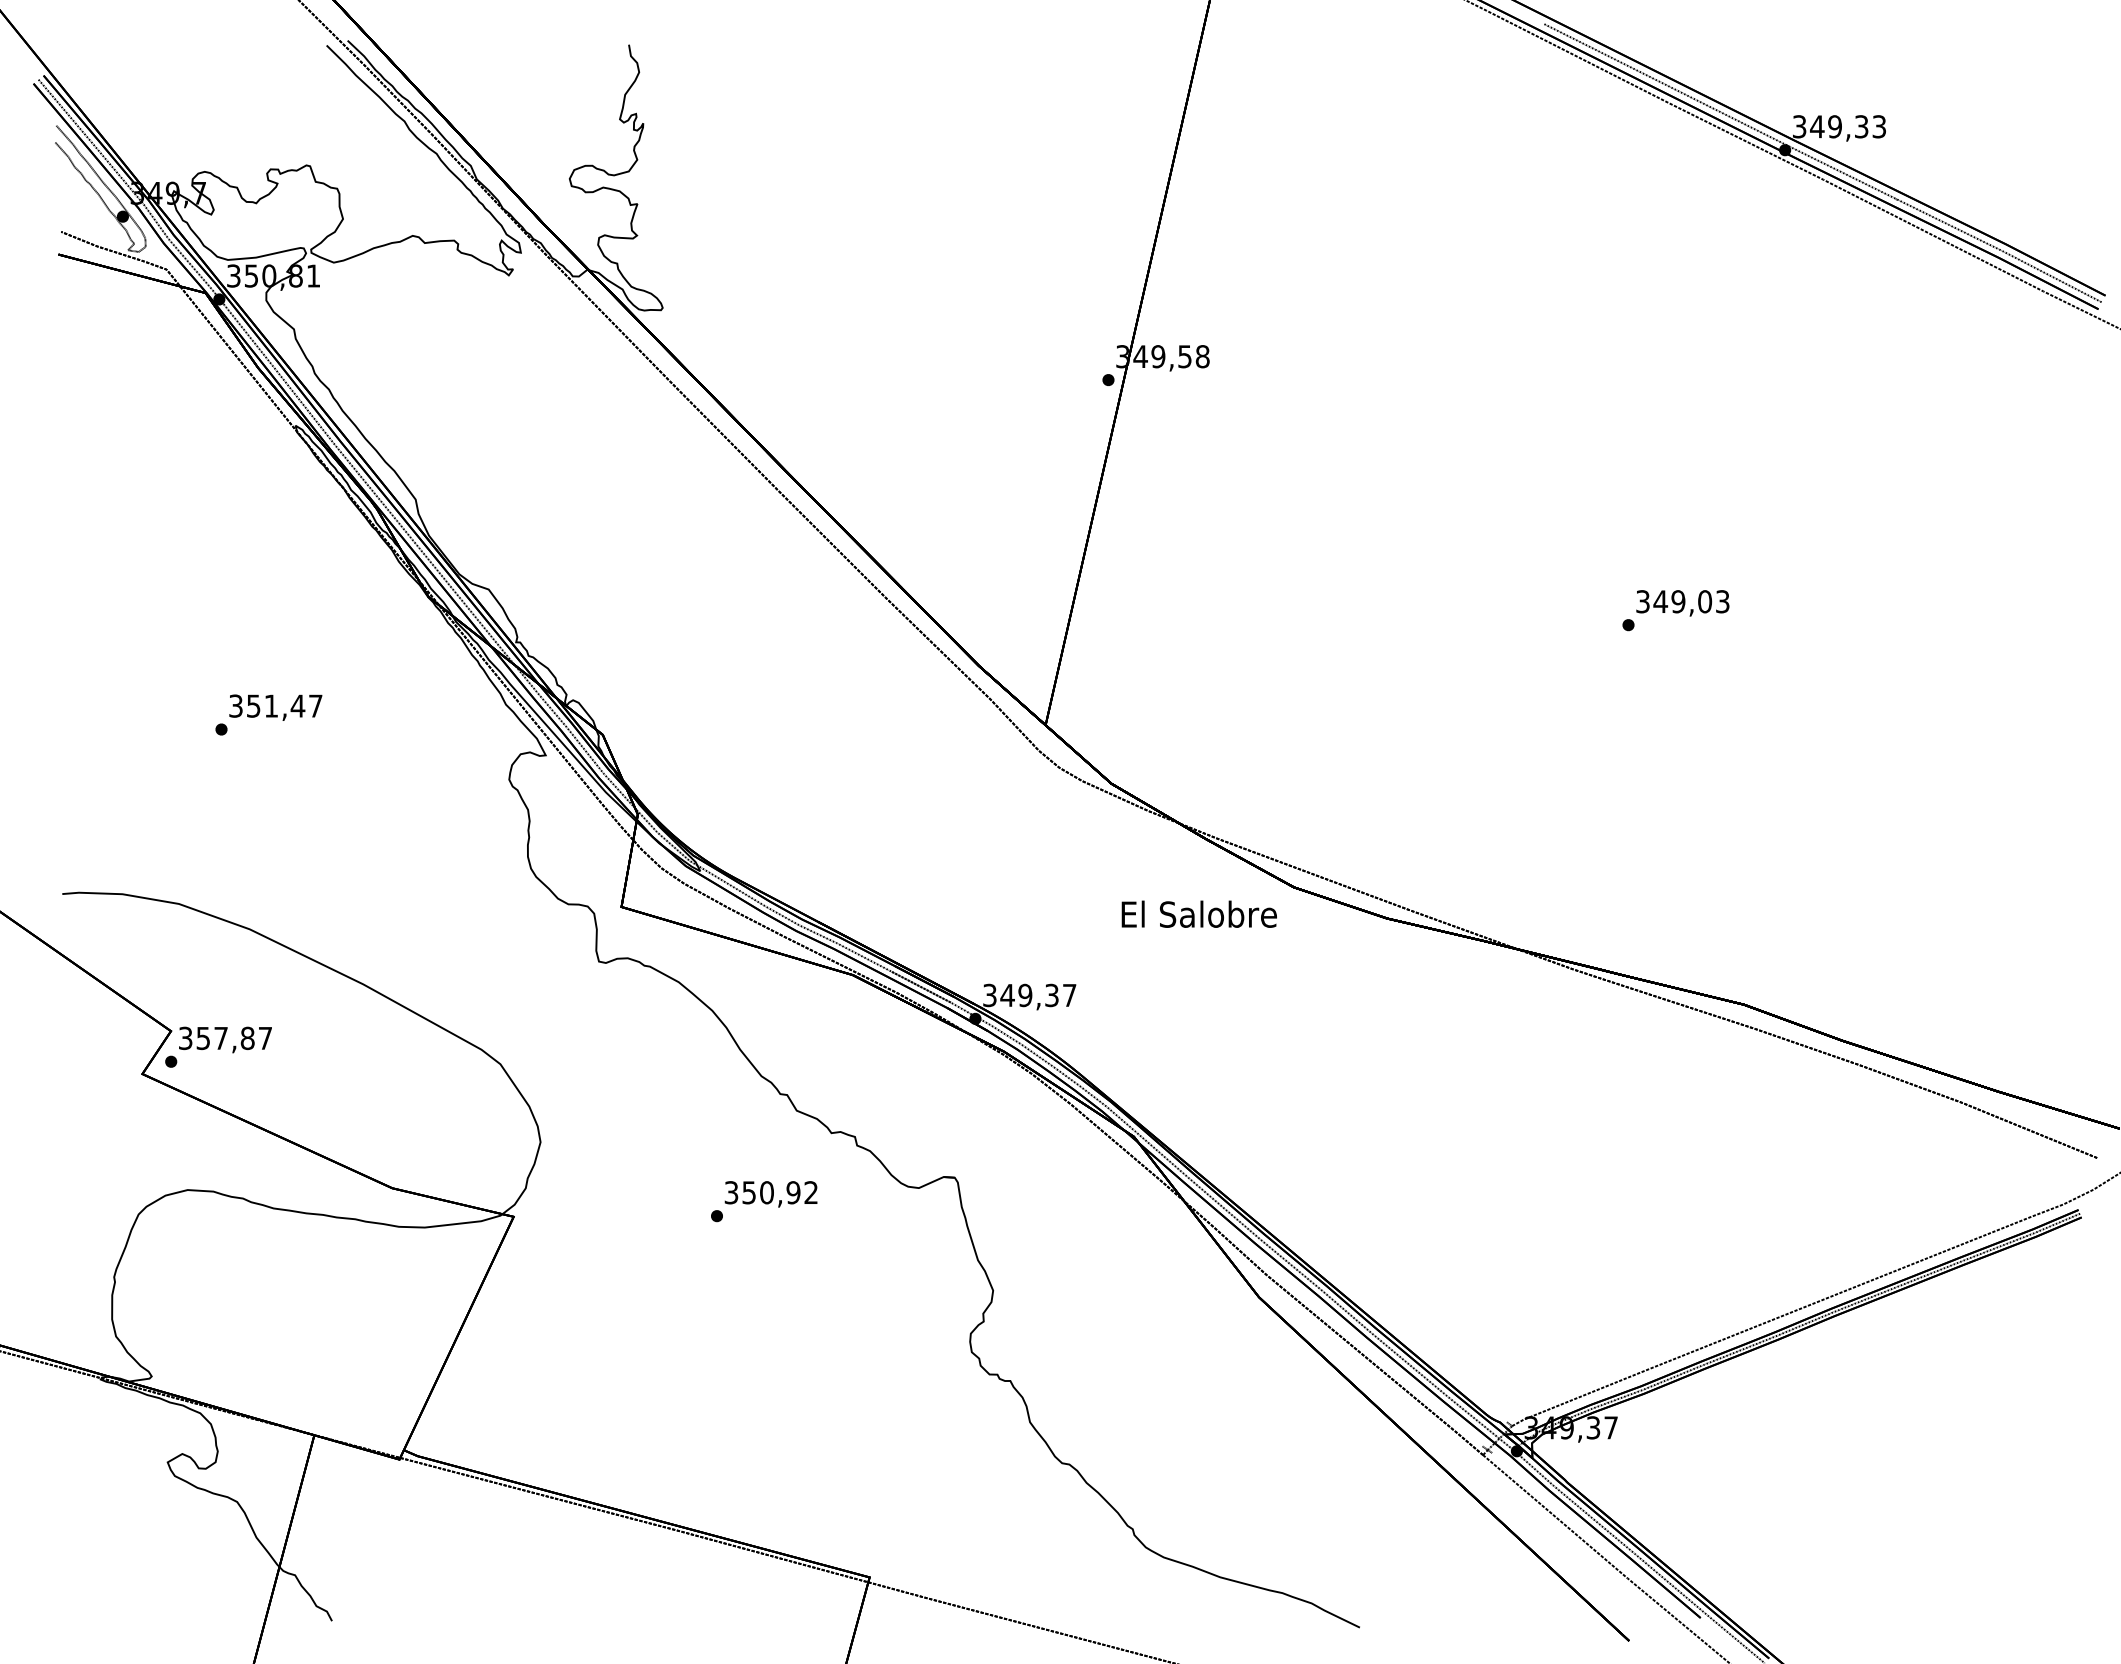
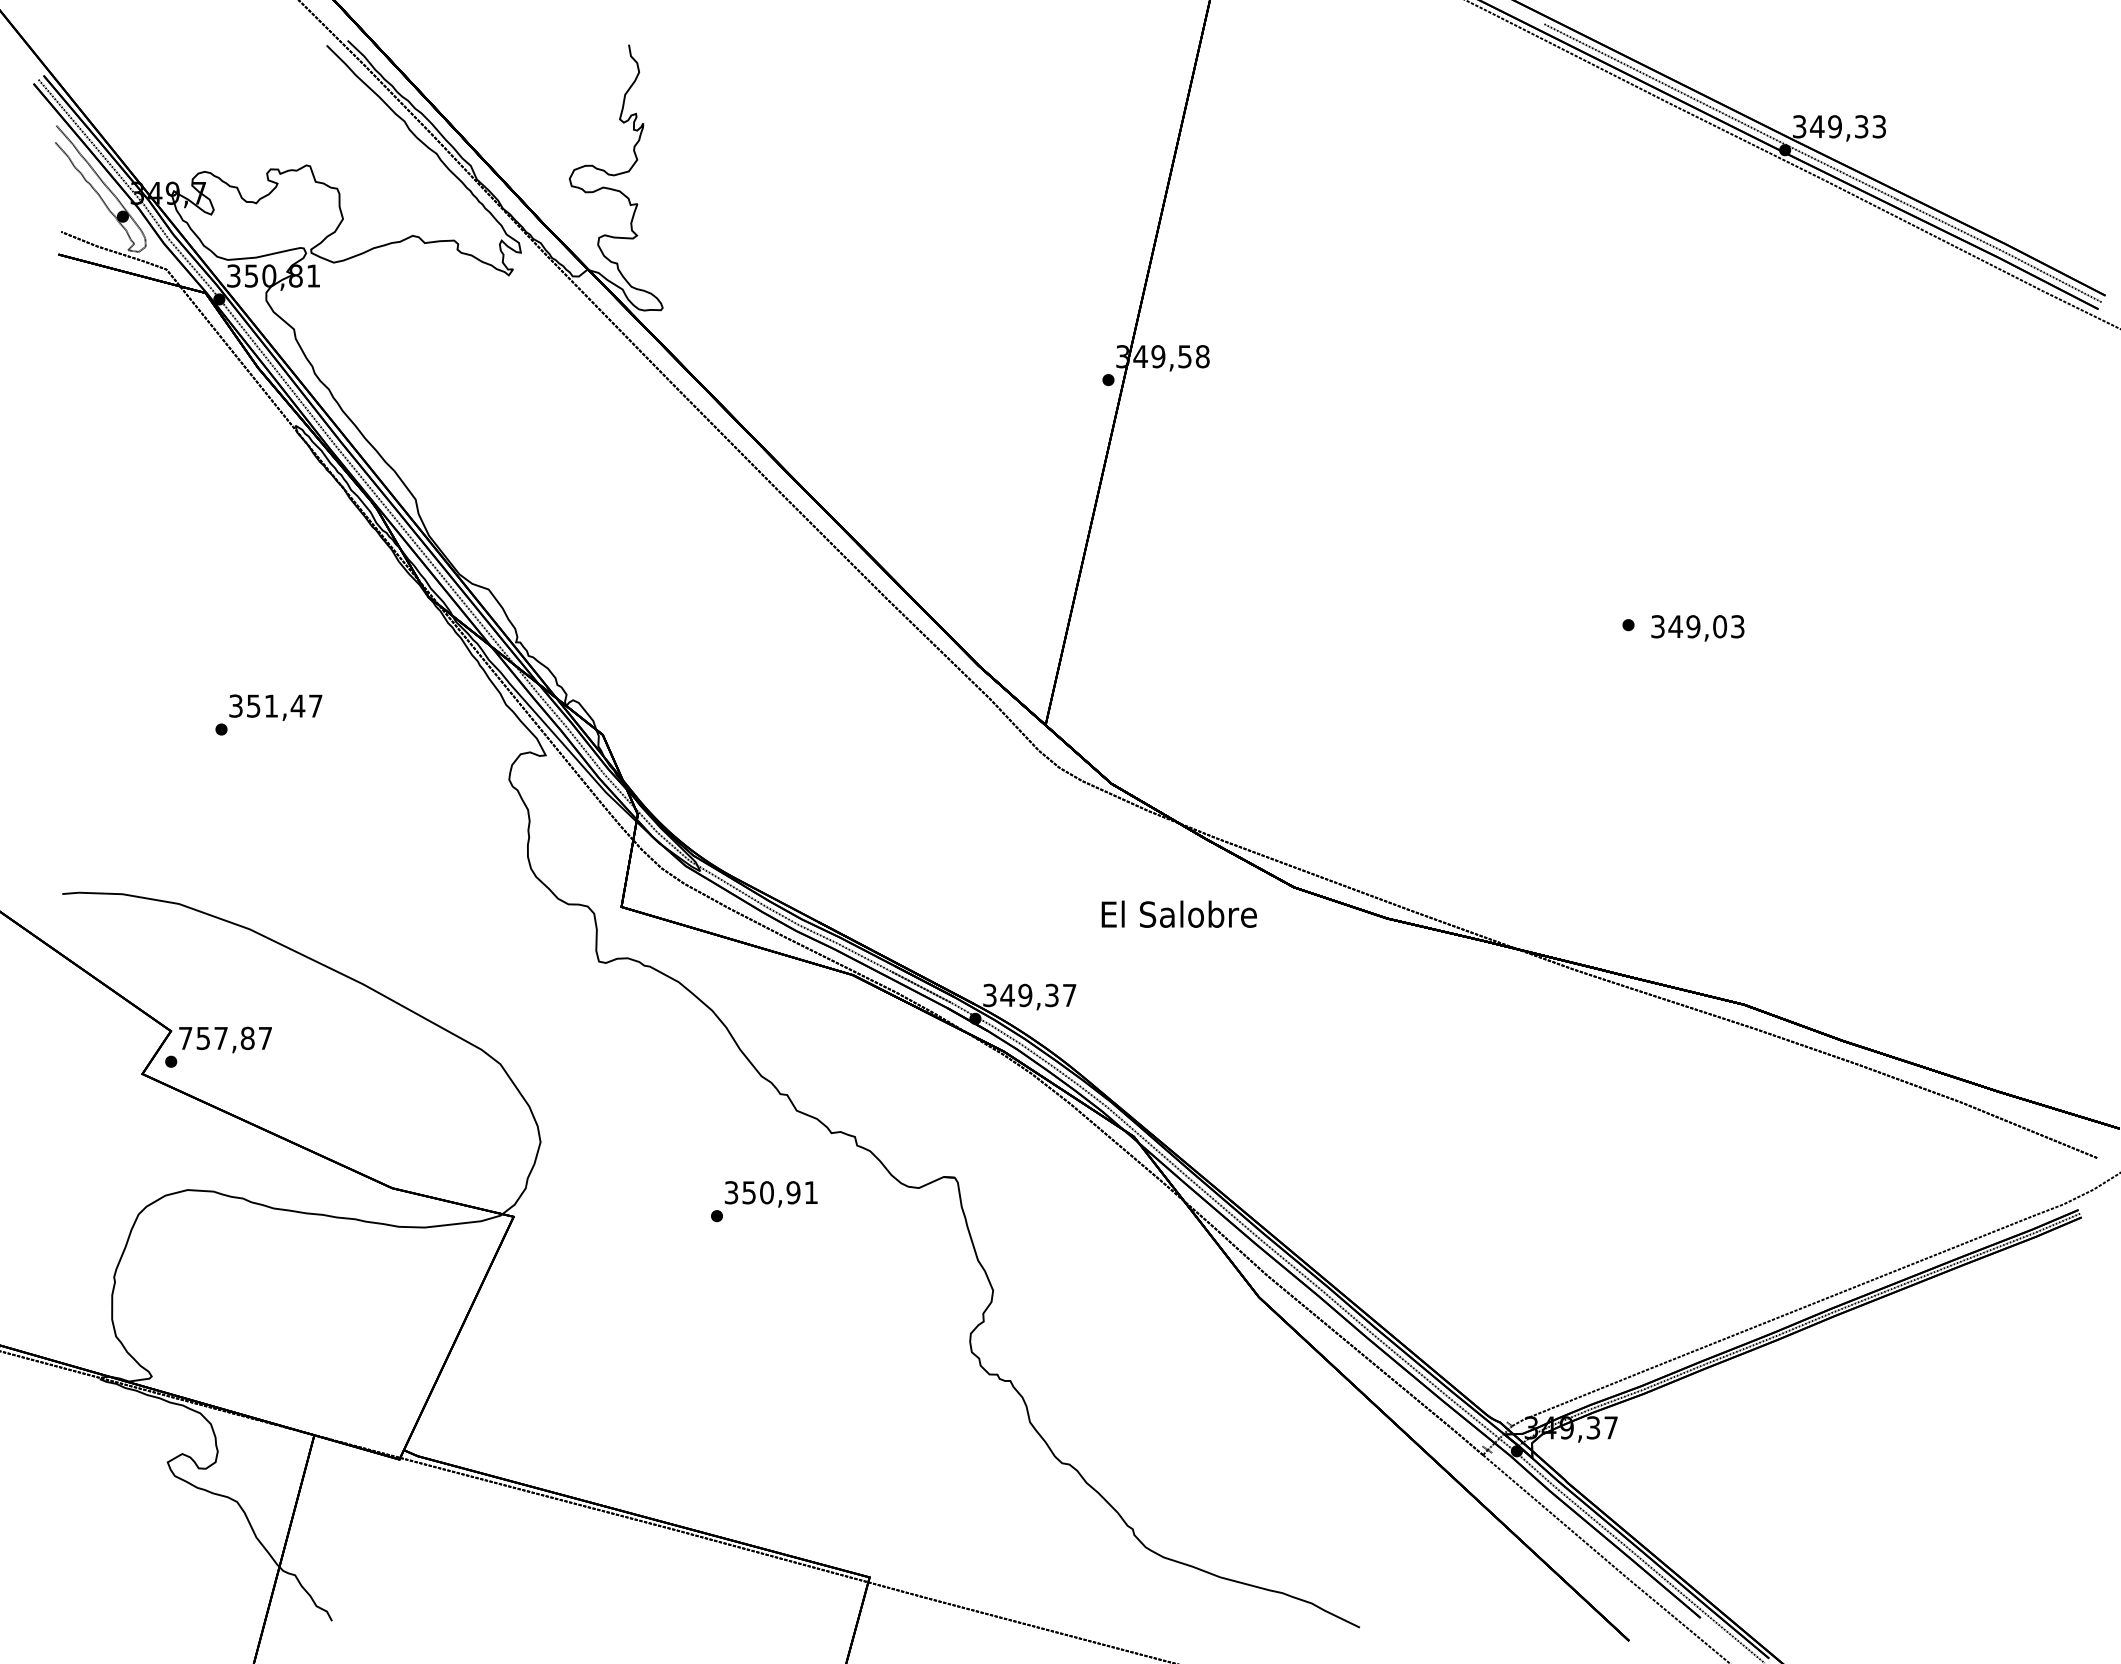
text at (1682, 603) position: (1682, 603) -> (1697, 628)
text at (1198, 913) position: (1198, 913) -> (1178, 913)
text at (185, 1038): 357,87 -> 757,87
text at (810, 1192): 350,92 -> 350,91
